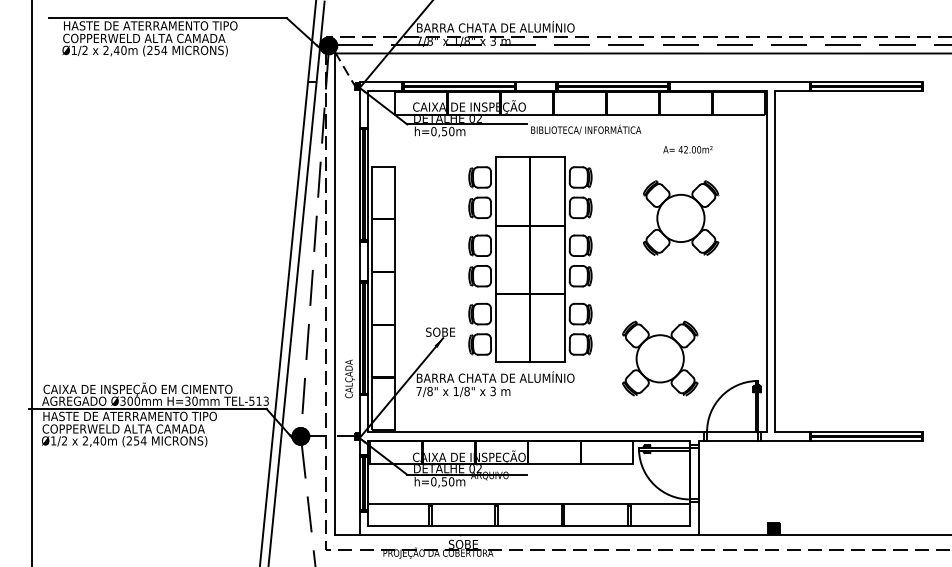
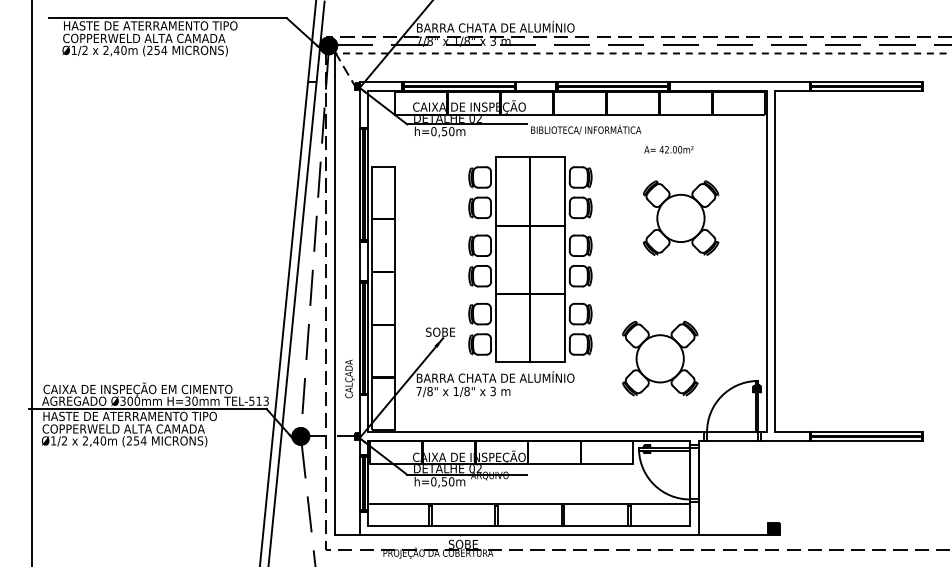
line at (643, 53): solid -> dashed
text at (687, 149) position: (687, 149) -> (668, 149)
line at (863, 534): present -> none
